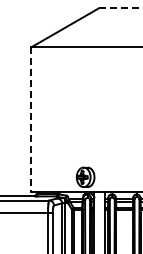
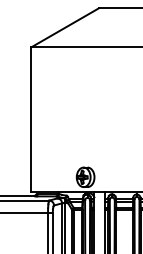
line at (120, 8): dashed -> solid
line at (31, 120): dashed -> solid
